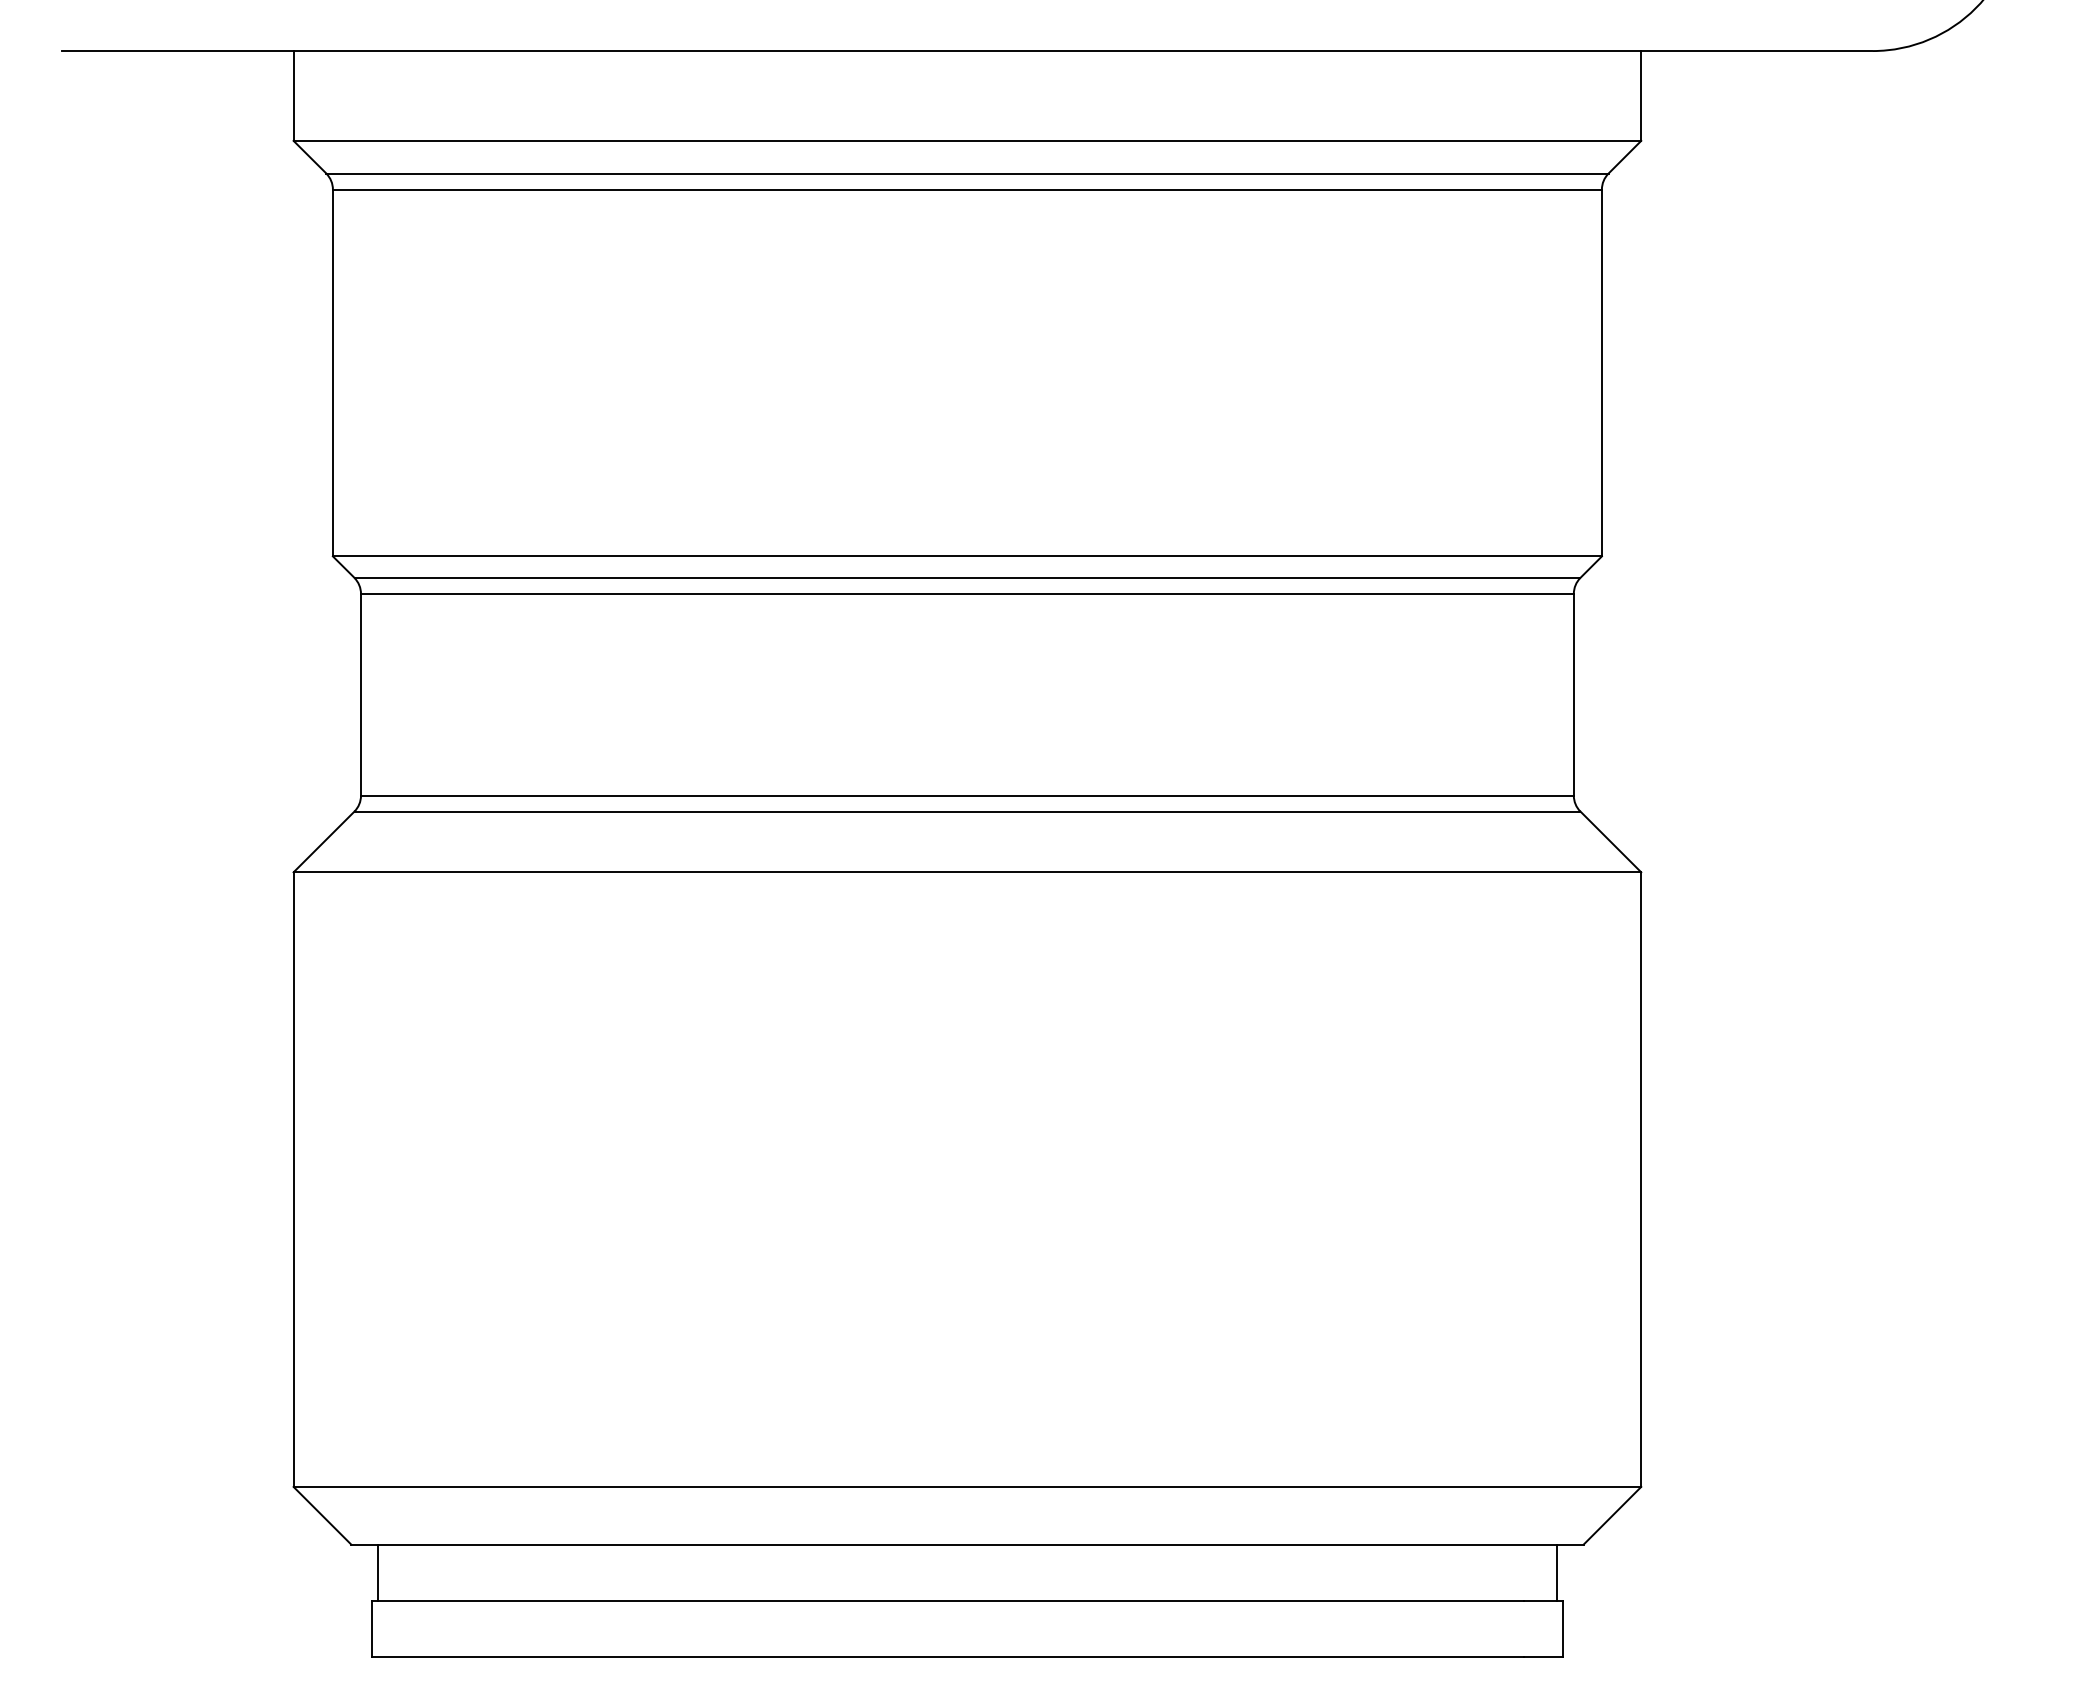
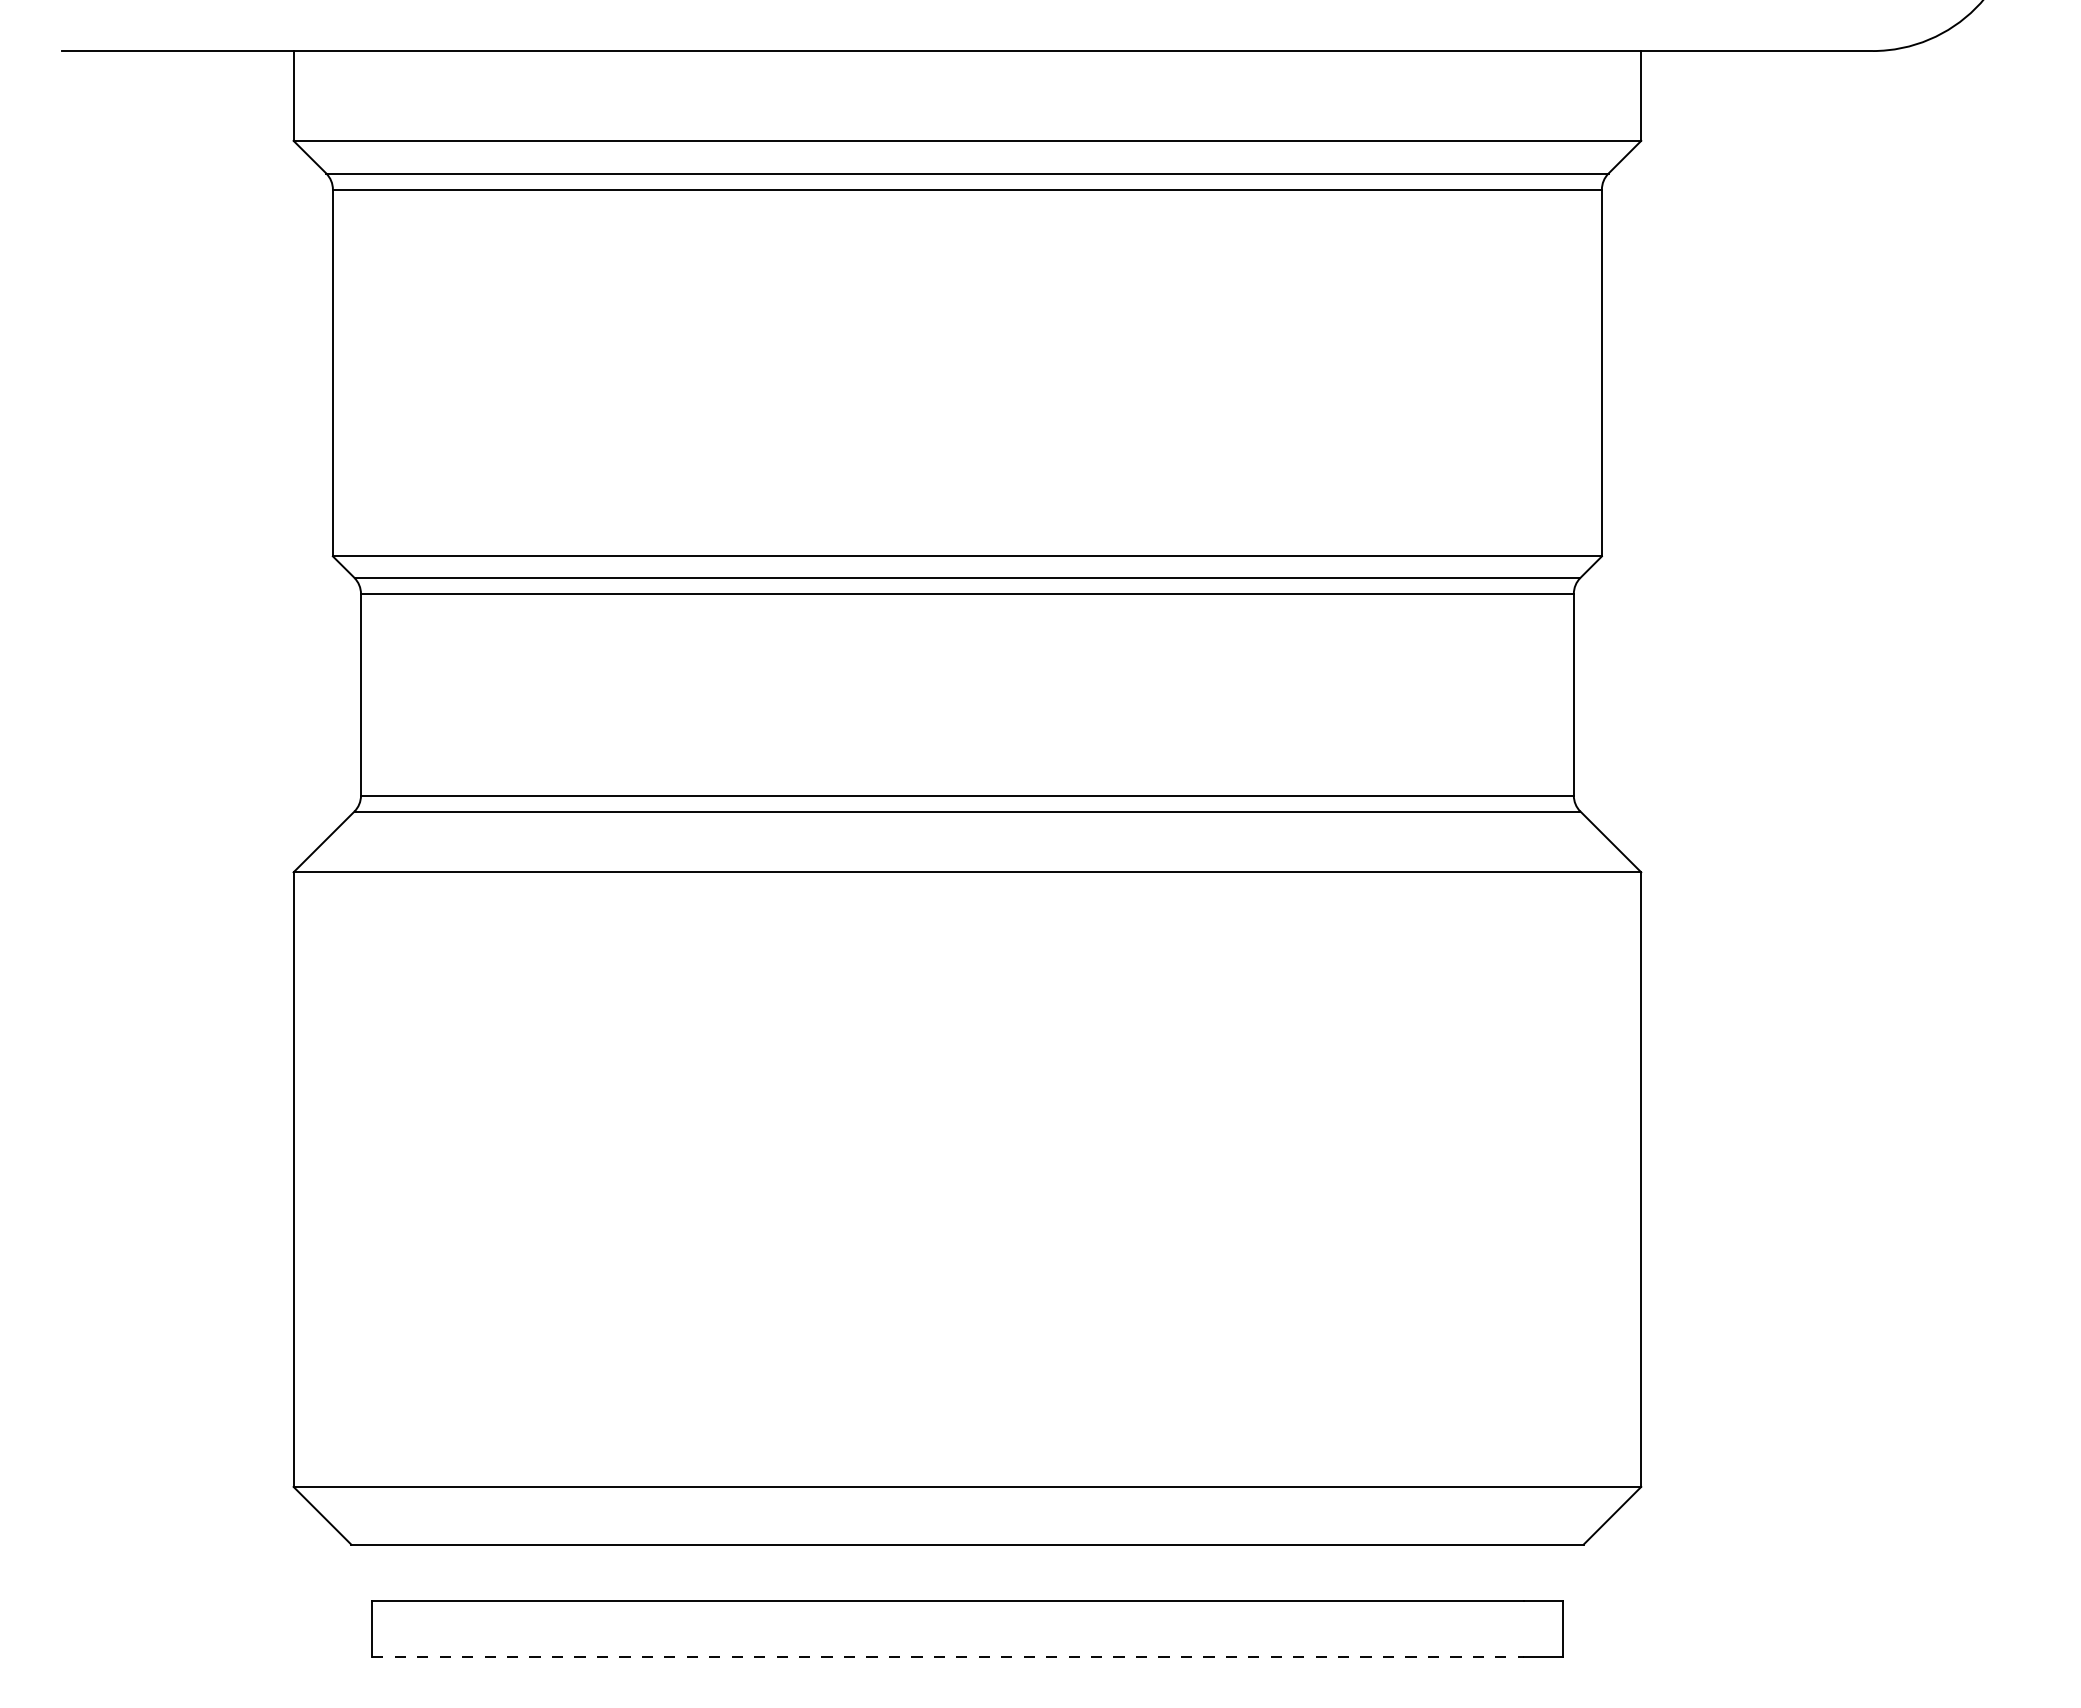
line at (377, 1572): present -> none
line at (1557, 1572): present -> none
line at (948, 1656): solid -> dashed
